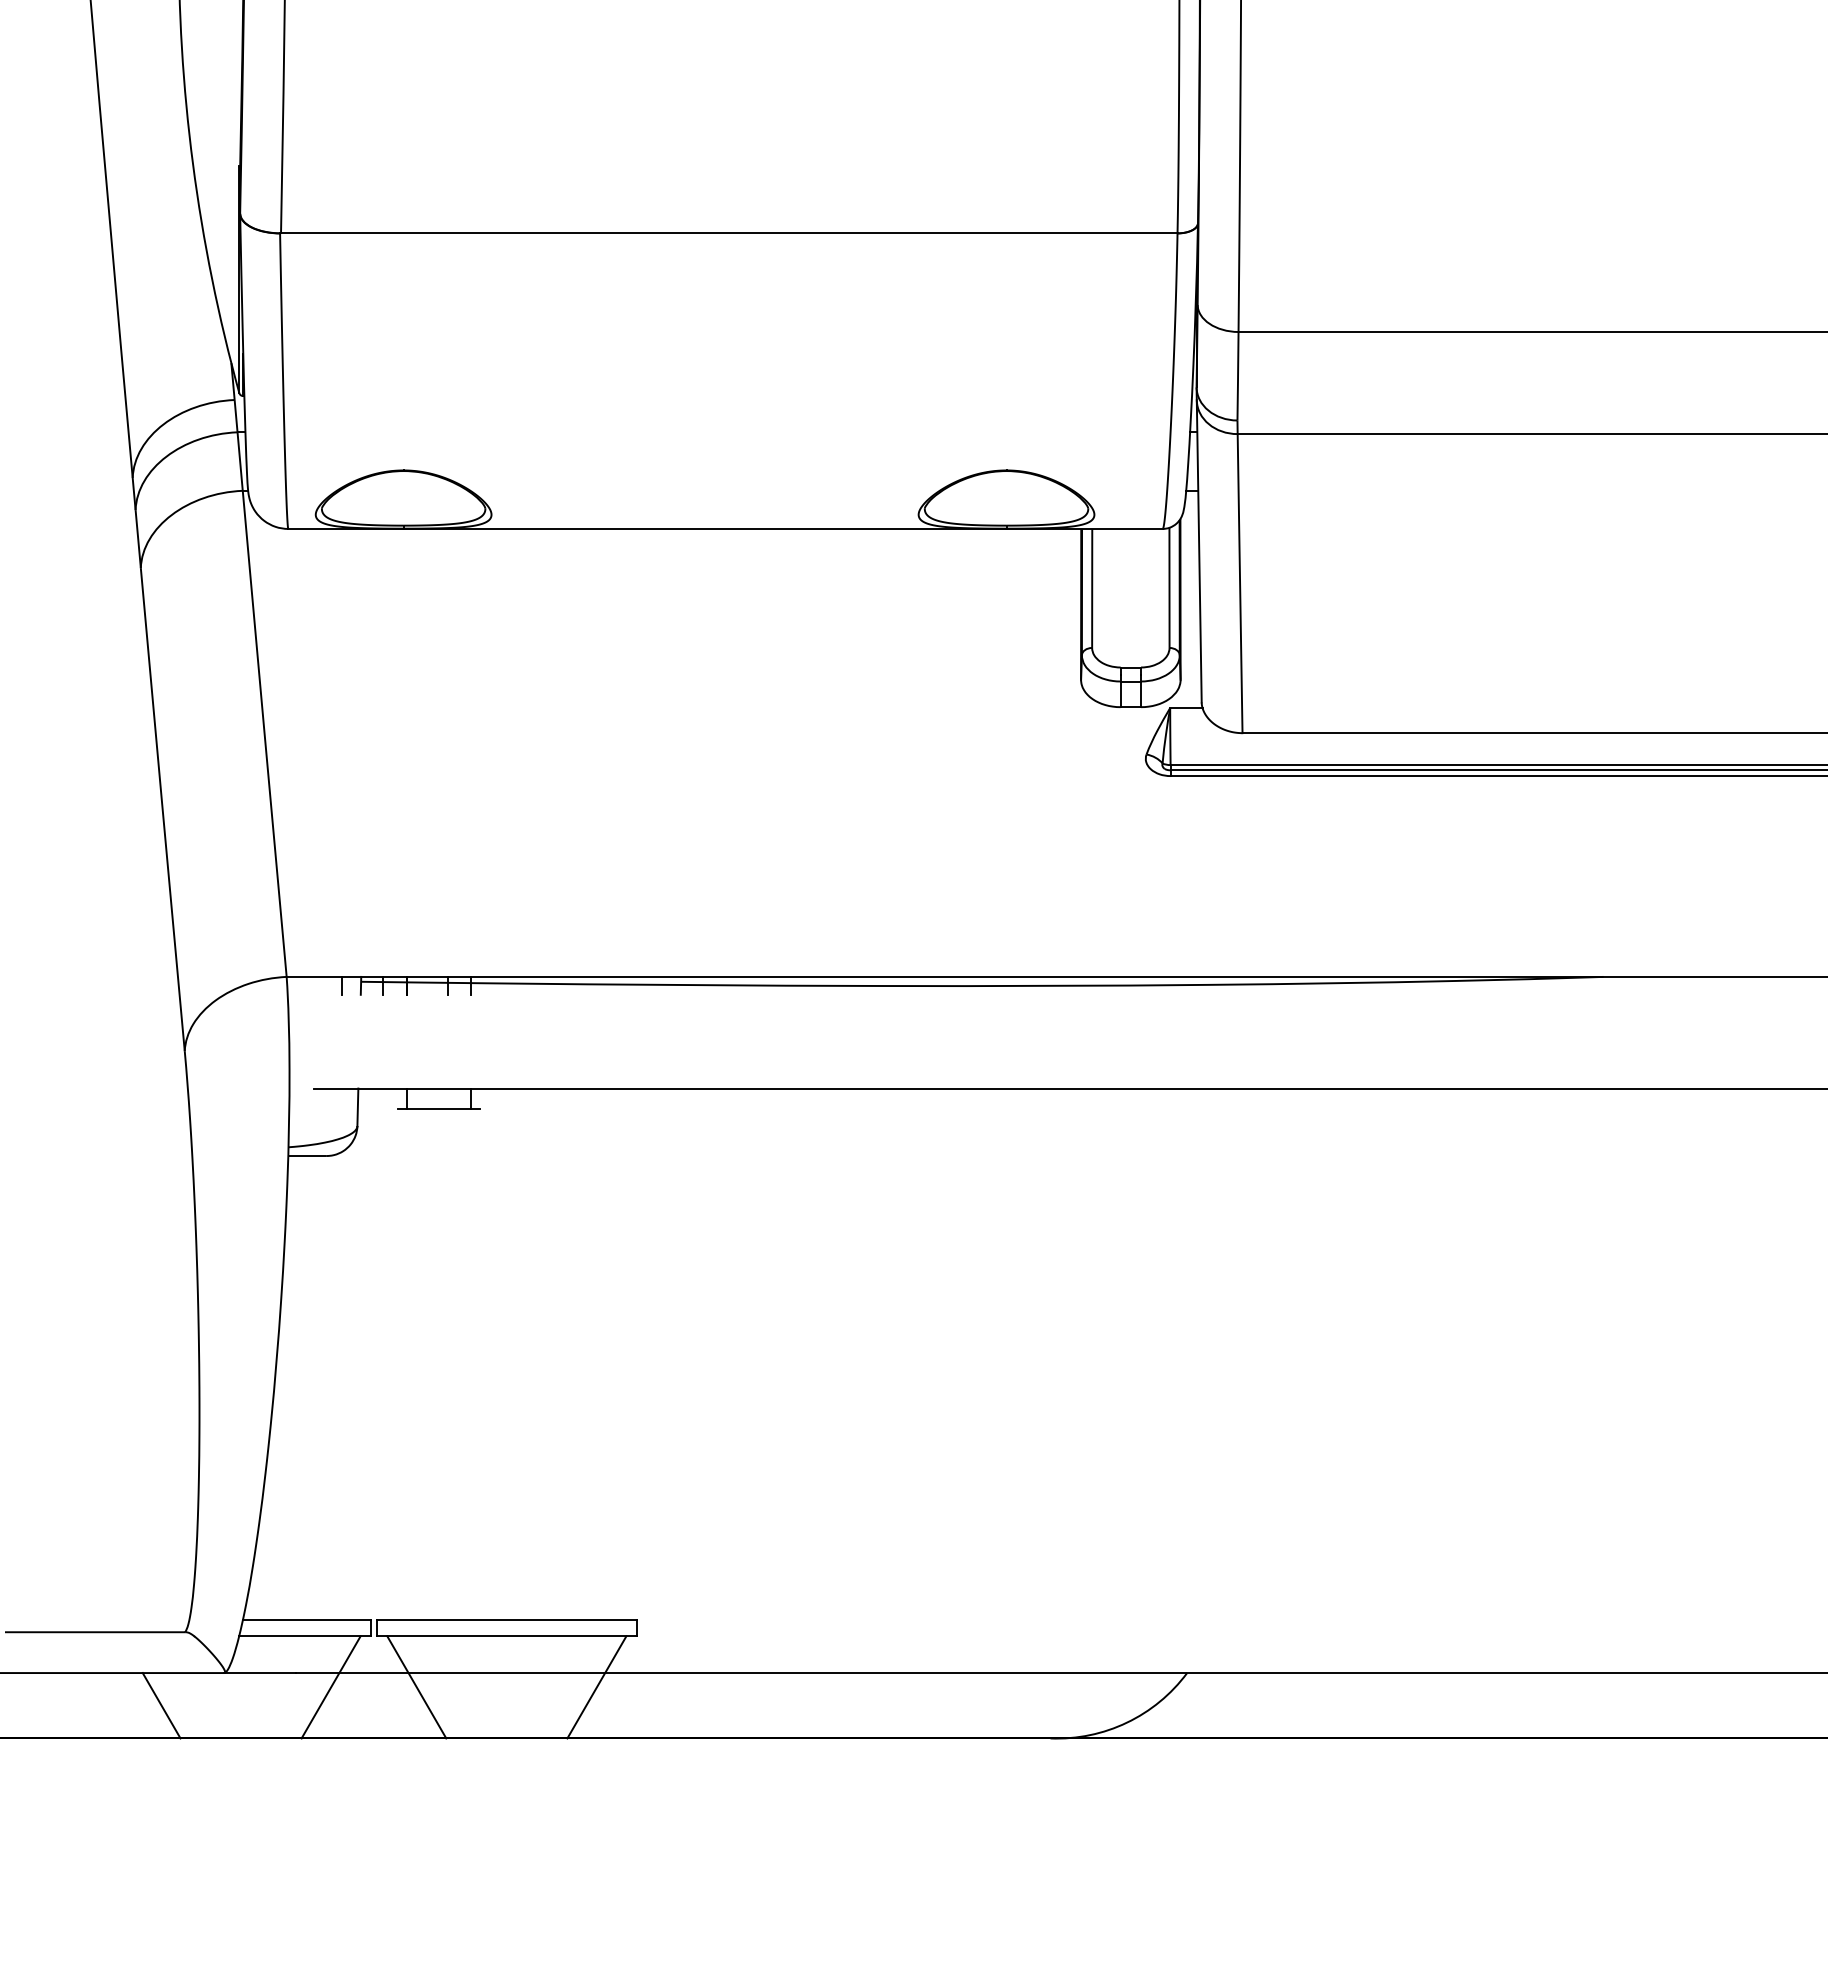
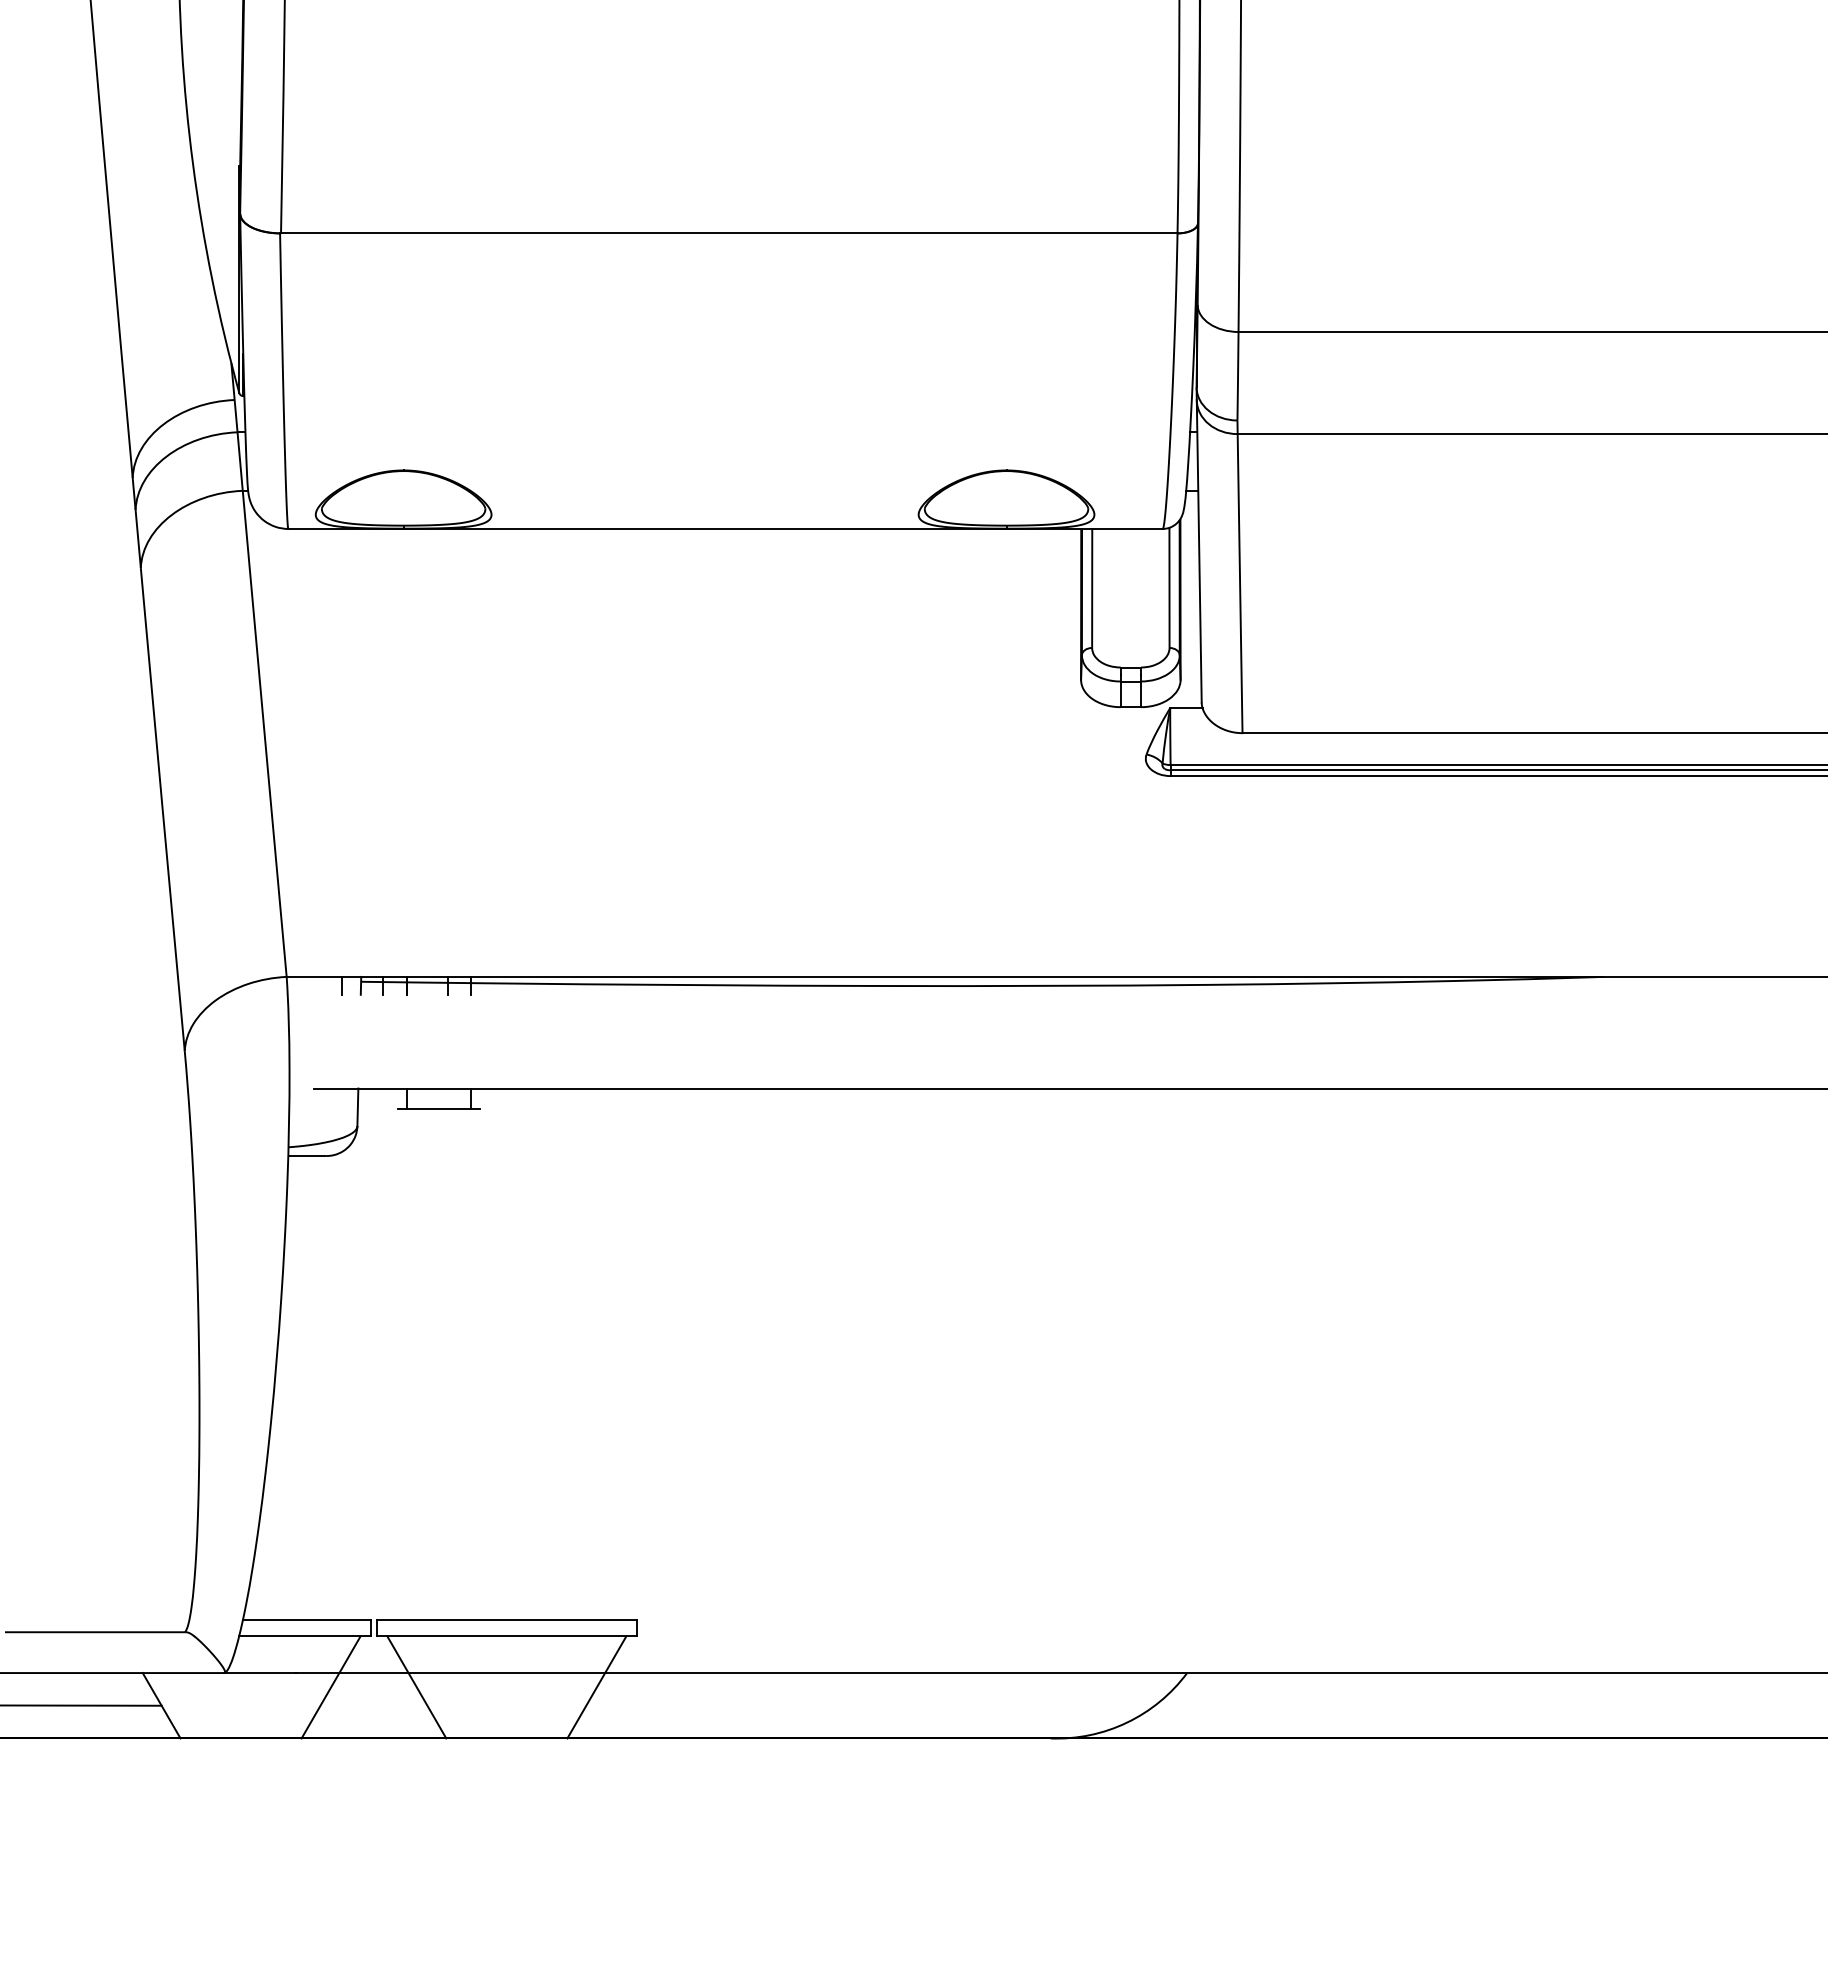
line at (81, 1705): none -> present
